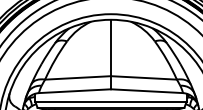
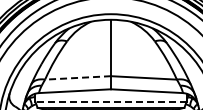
line at (78, 77): solid -> dashed
line at (110, 101): solid -> dashed
